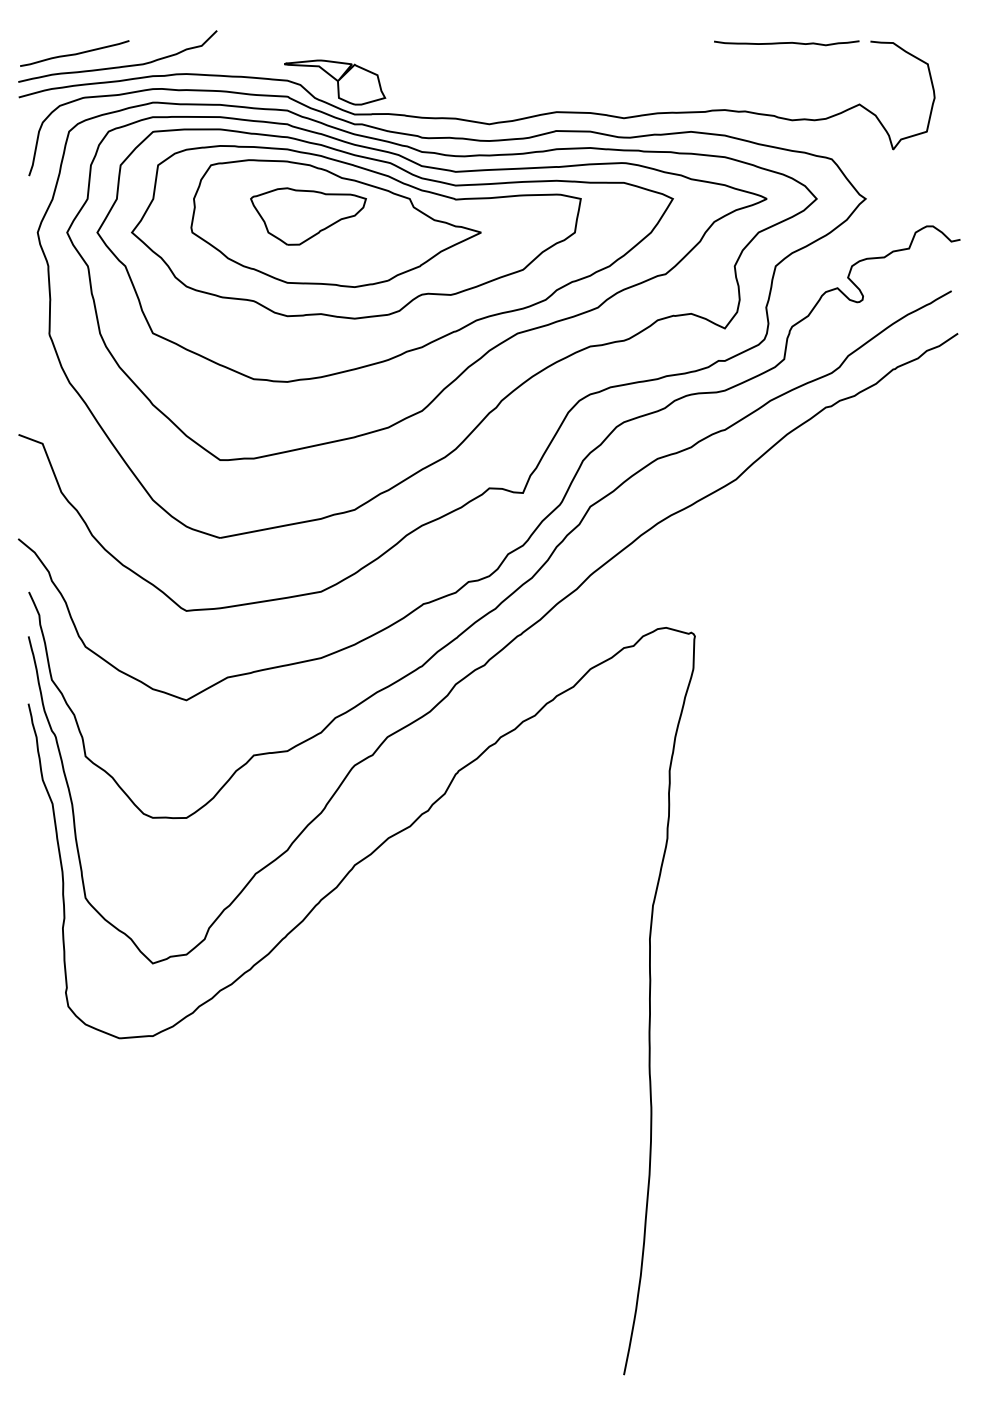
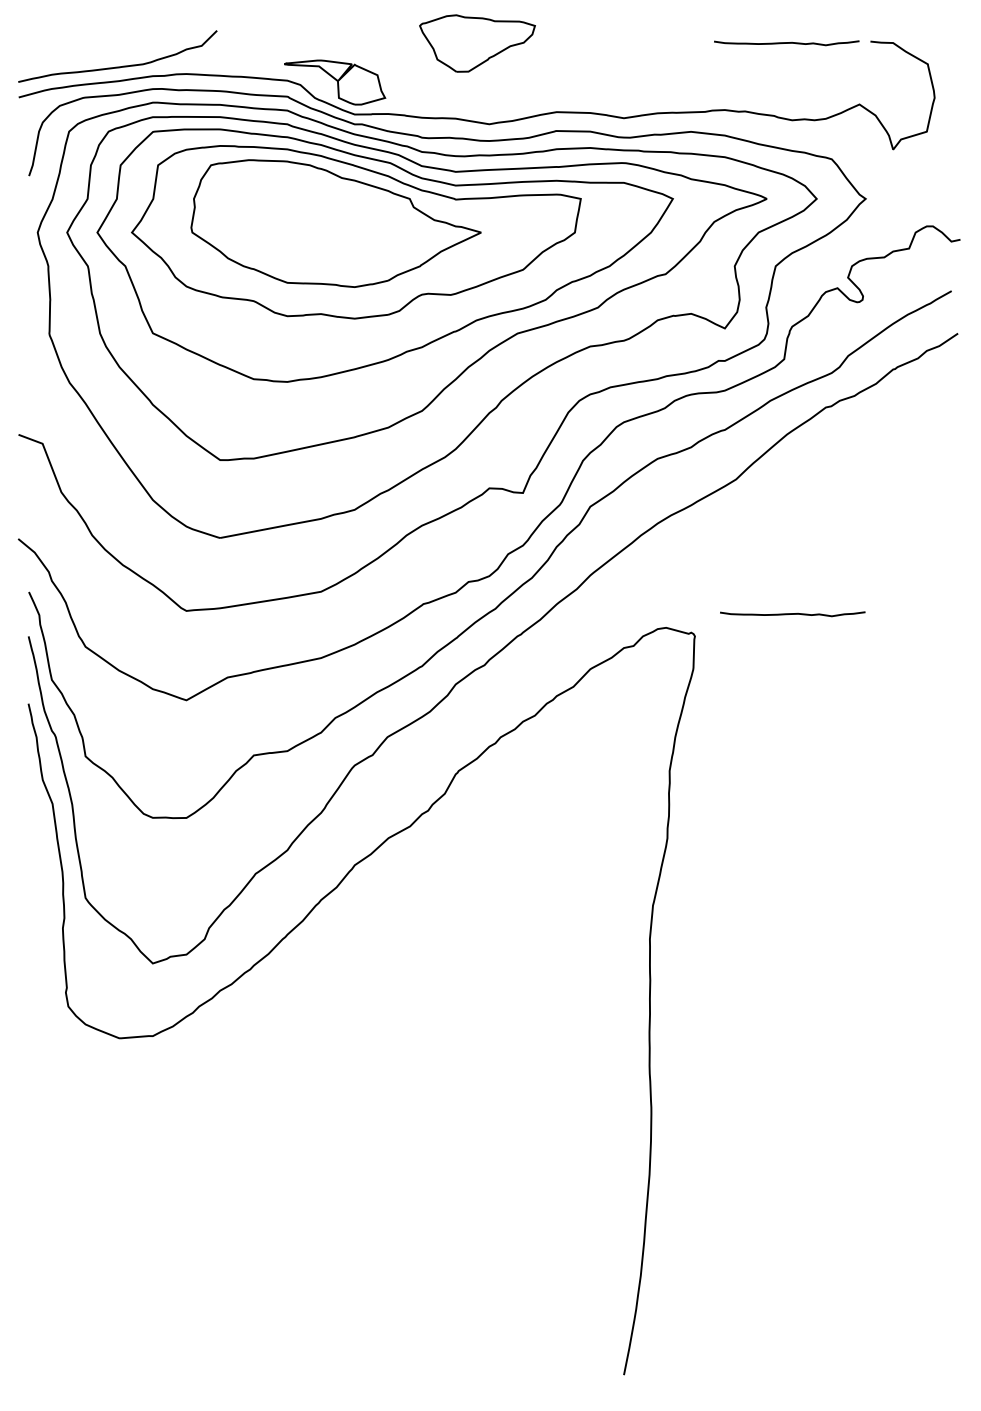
curve at (74, 53): present -> none
part at (308, 216) position: (308, 216) -> (477, 43)
curve at (792, 614): none -> present
